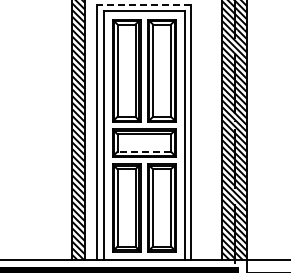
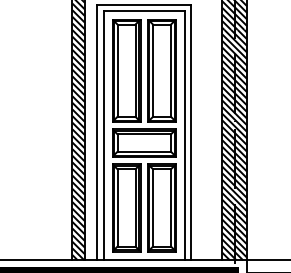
line at (144, 4): dashed -> solid
line at (144, 151): dashed -> solid
